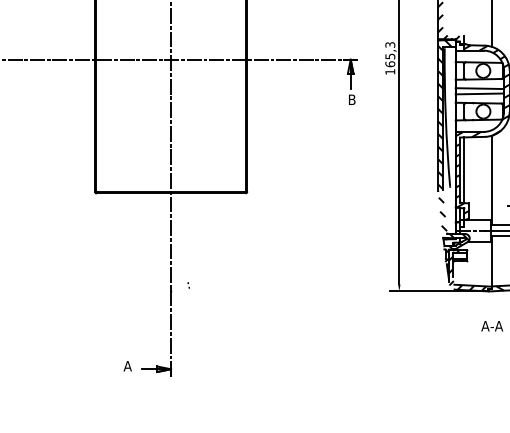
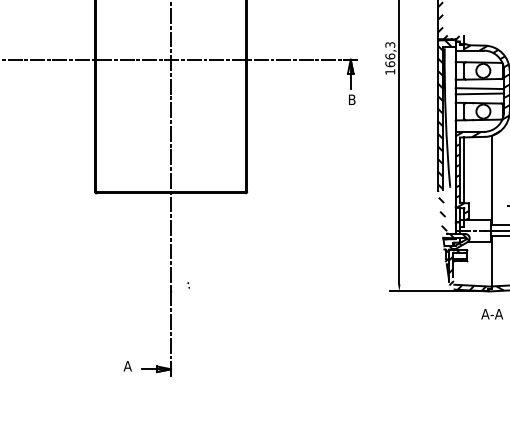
line at (492, 24): present -> none
text at (390, 56): 165,3 -> 166,3
text at (492, 326) position: (492, 326) -> (492, 314)
